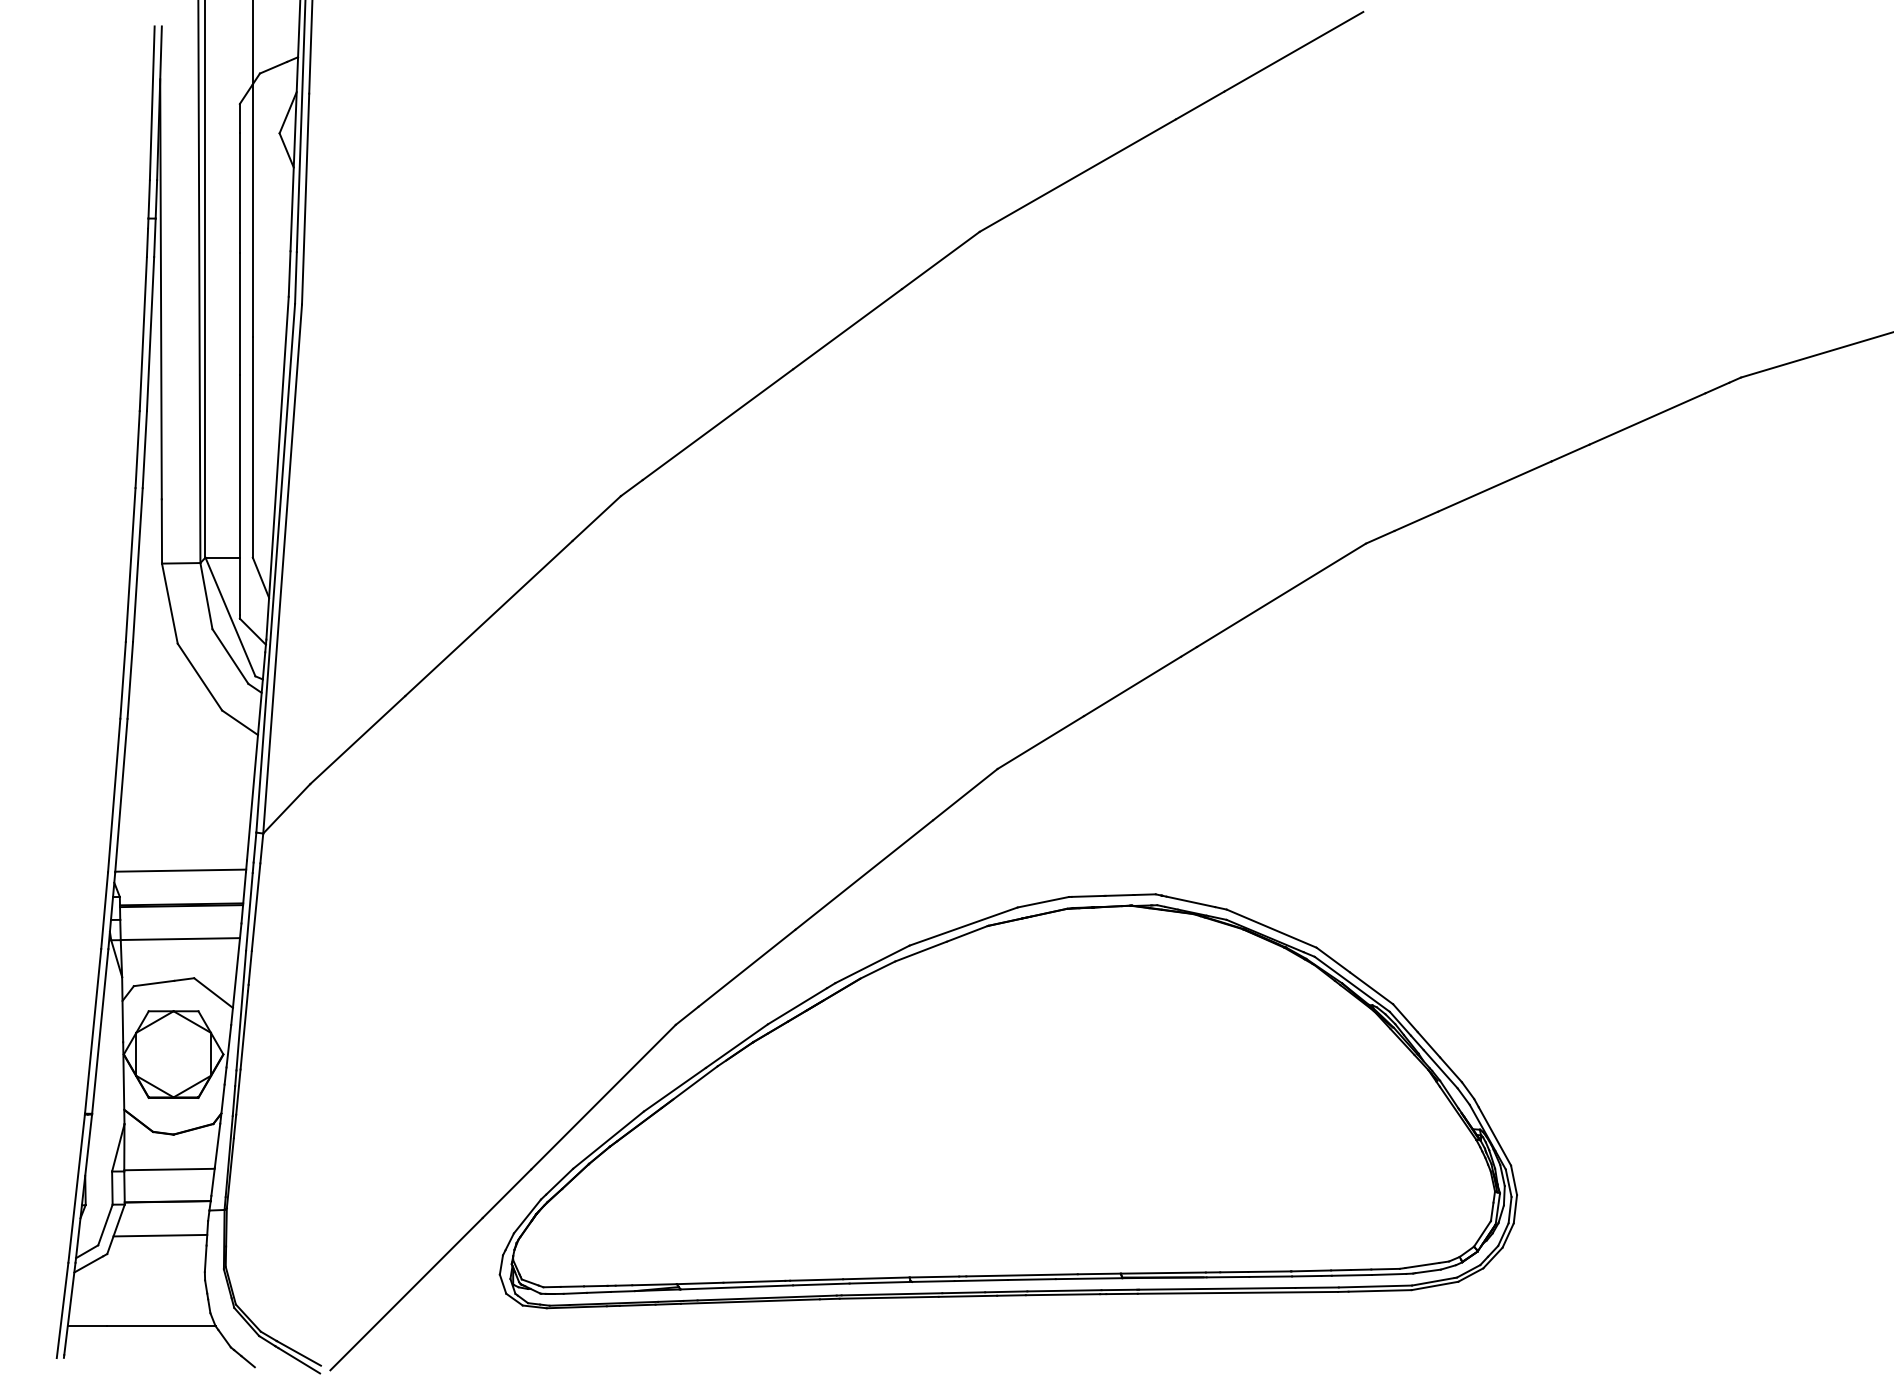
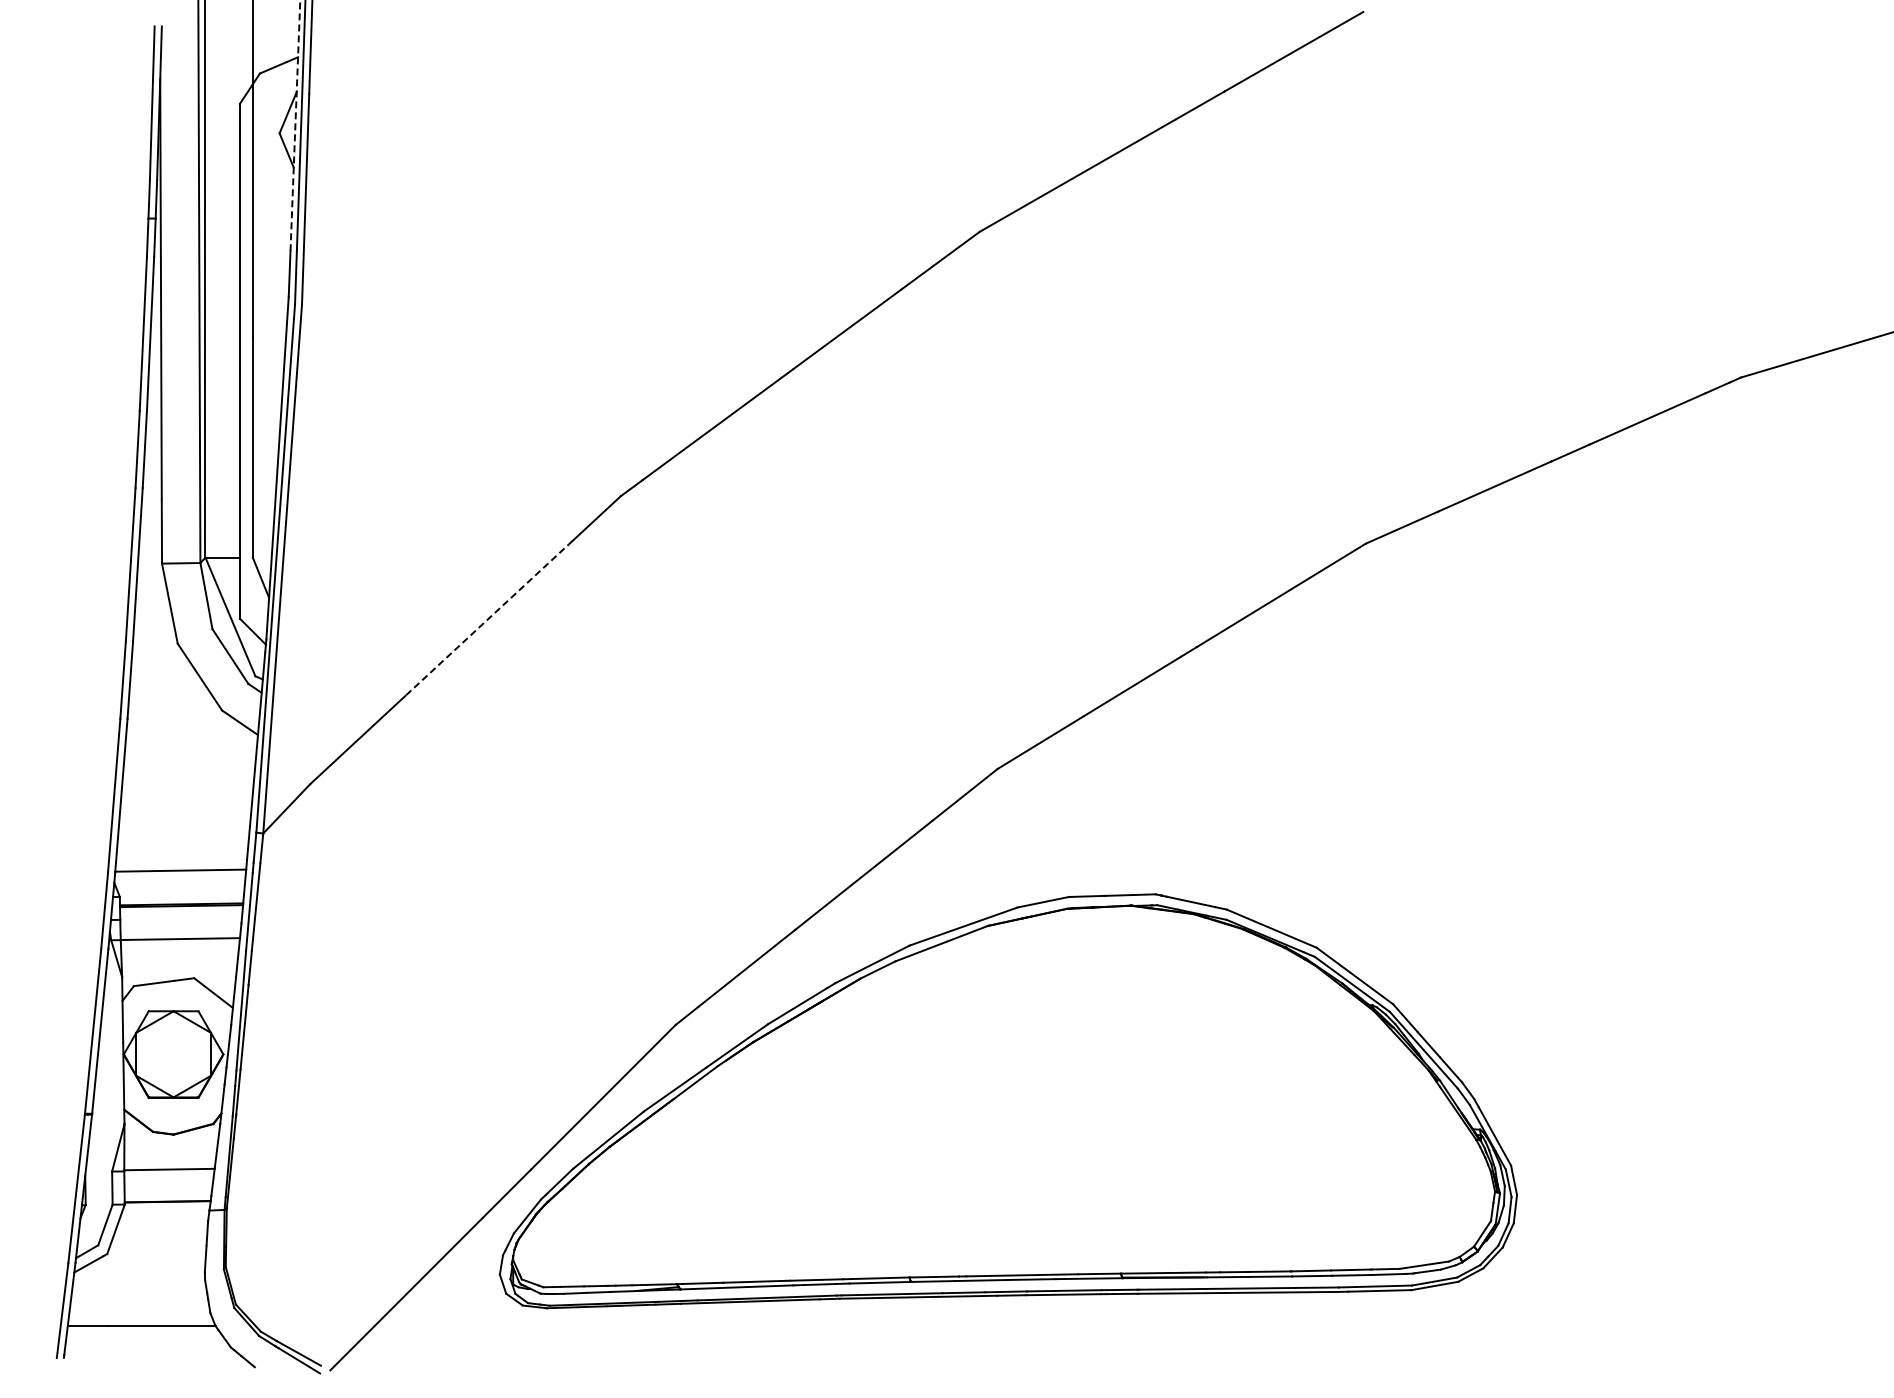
line at (295, 125): solid -> dashed
line at (488, 618): solid -> dashed
line at (160, 1235): present -> none
